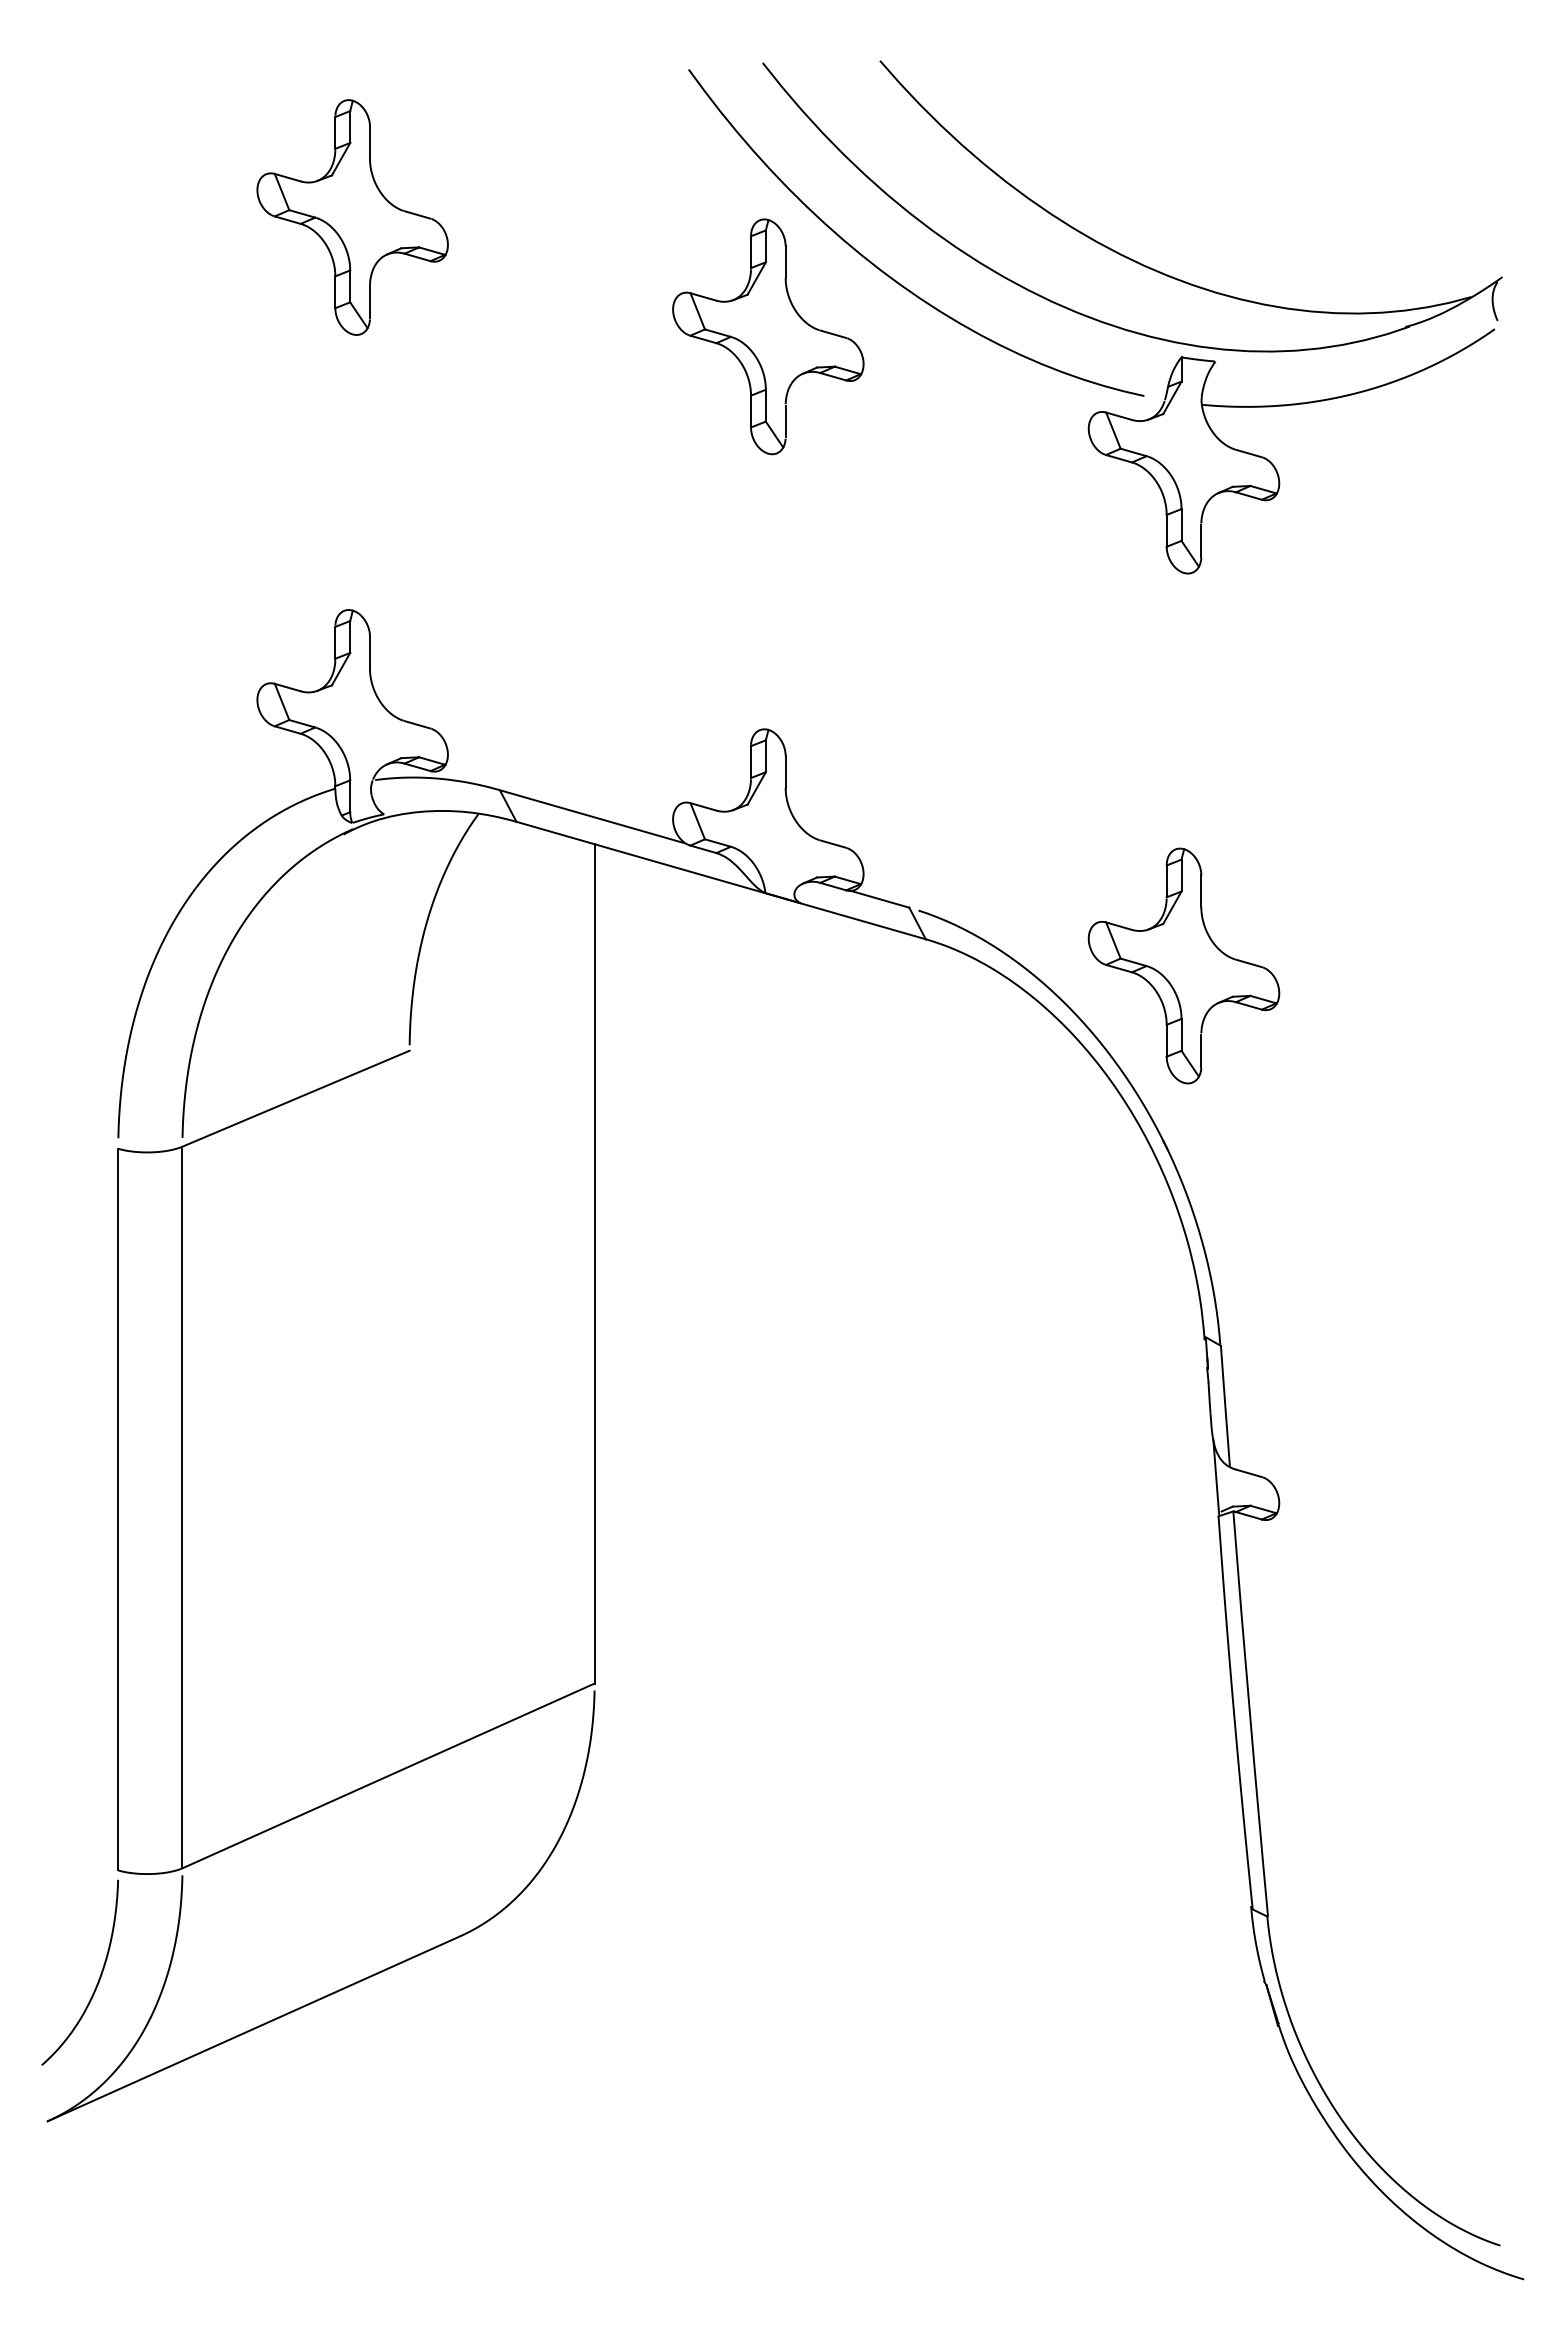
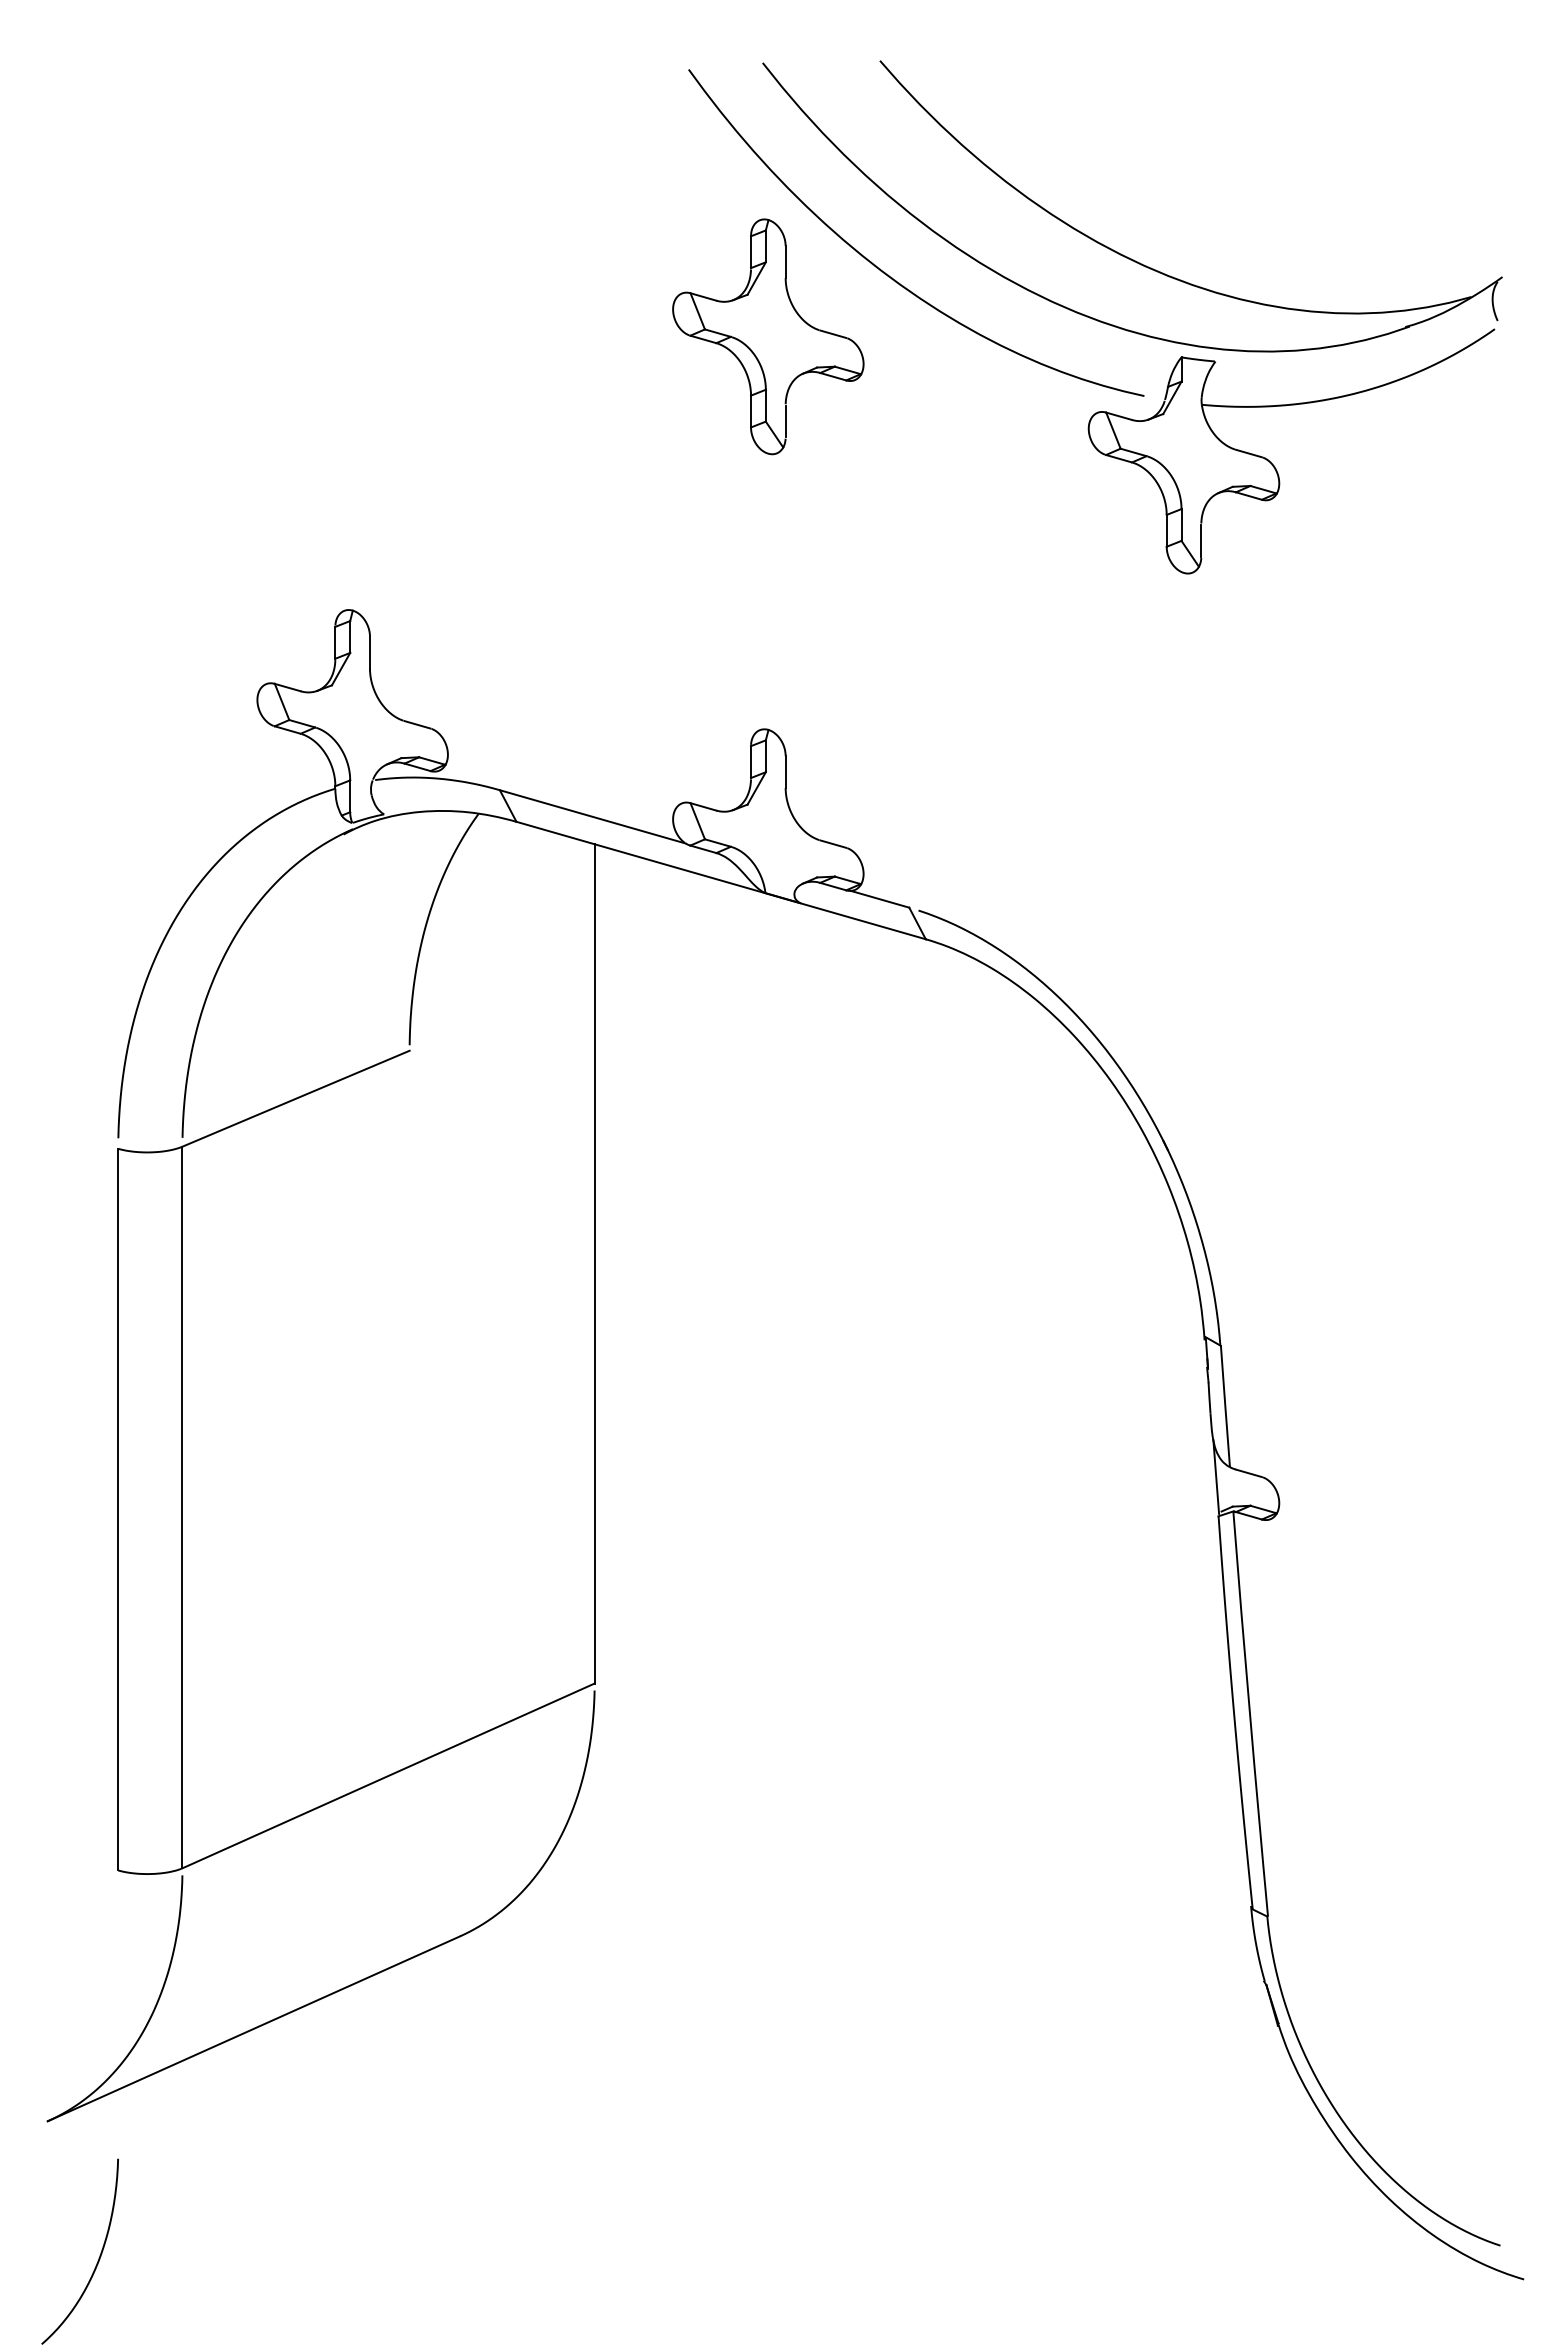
part at (352, 217): present -> none
part at (1183, 965): present -> none
curve at (97, 1981) position: (97, 1981) -> (97, 2260)
